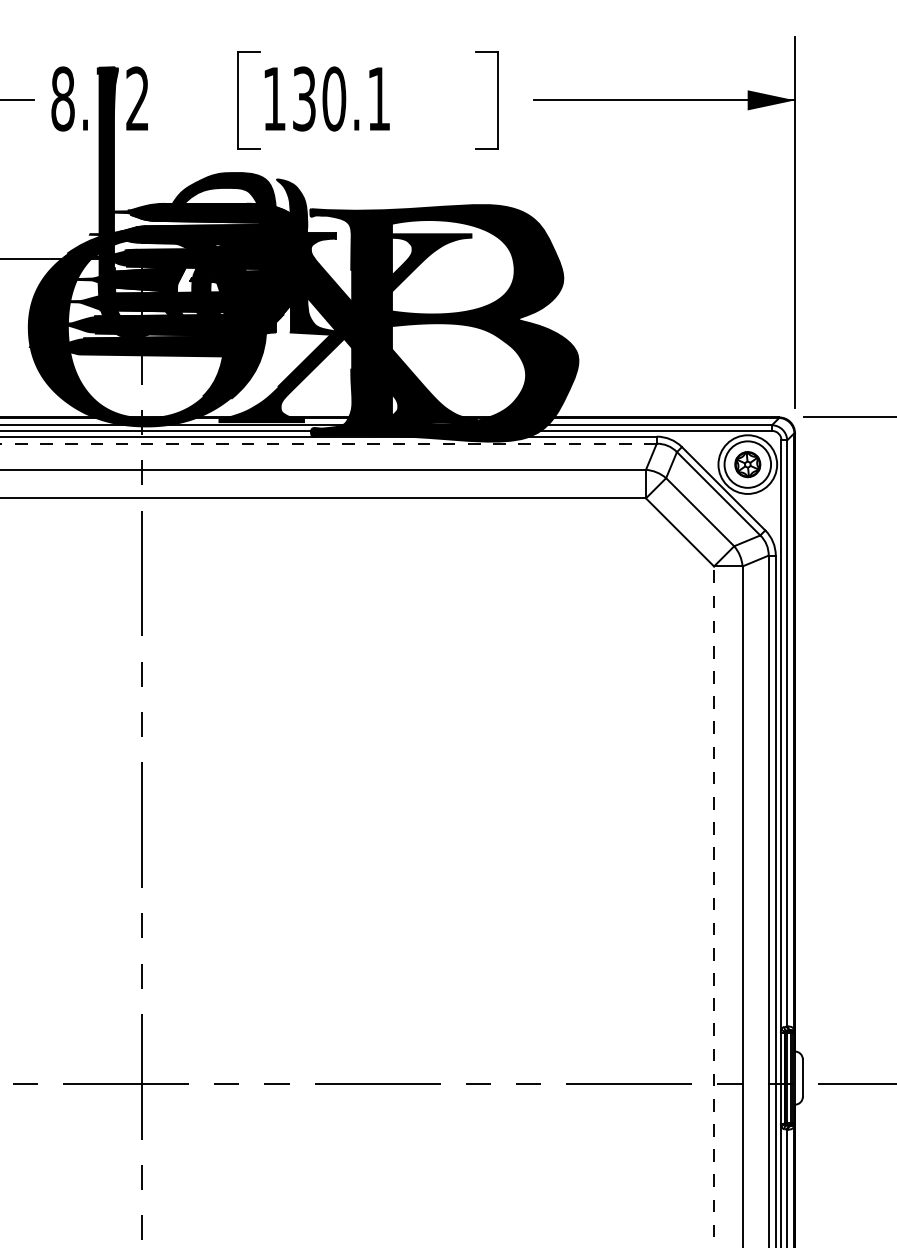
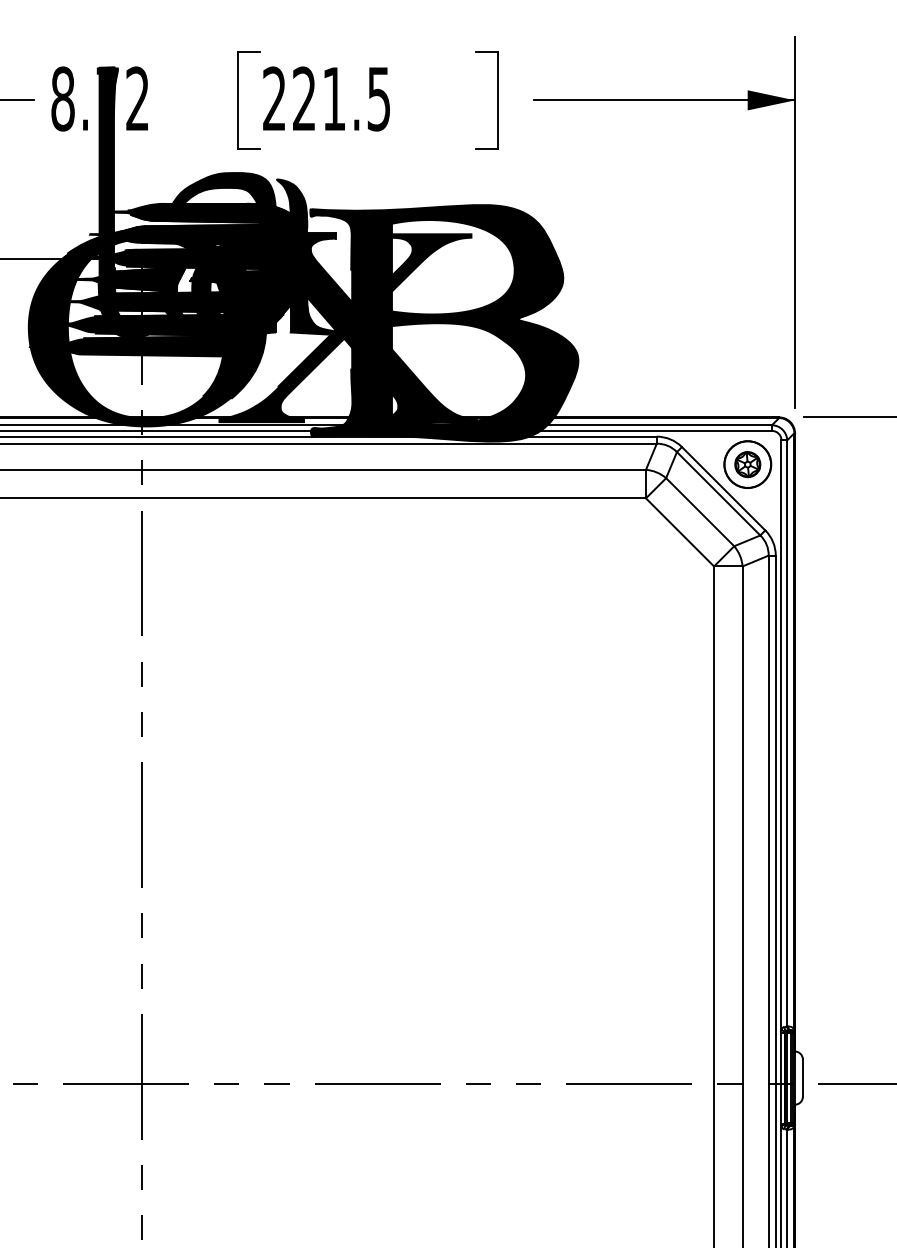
text at (326, 98): 130.1 -> 221.5
line at (328, 443): dashed -> solid
circle at (747, 464) diameter: 59 px -> 47 px
line at (714, 907): dashed -> solid
